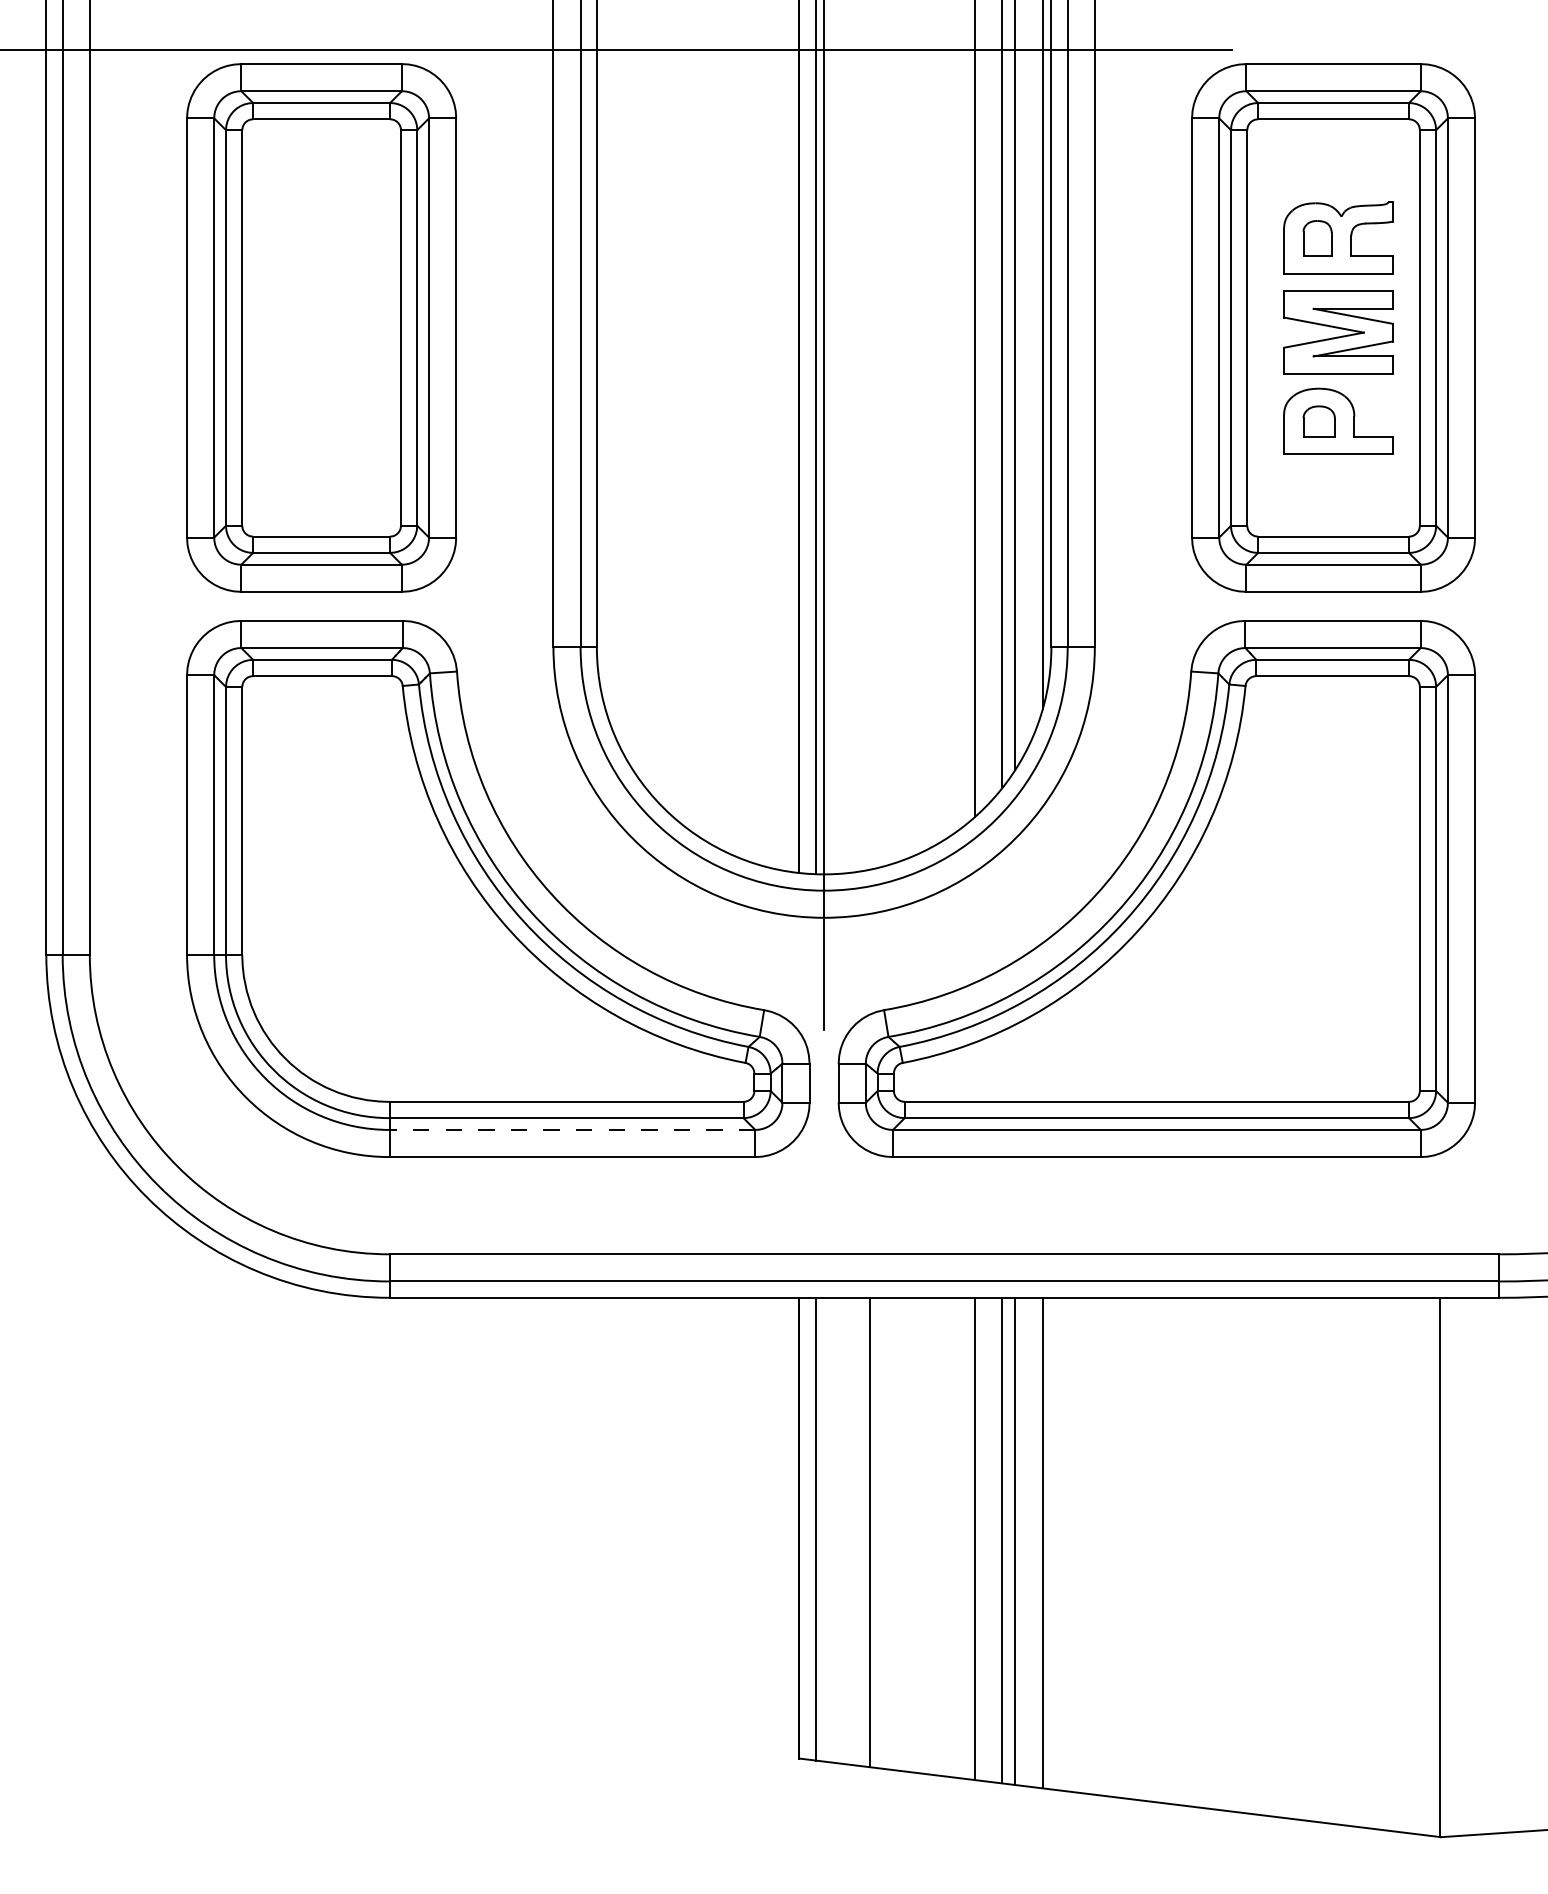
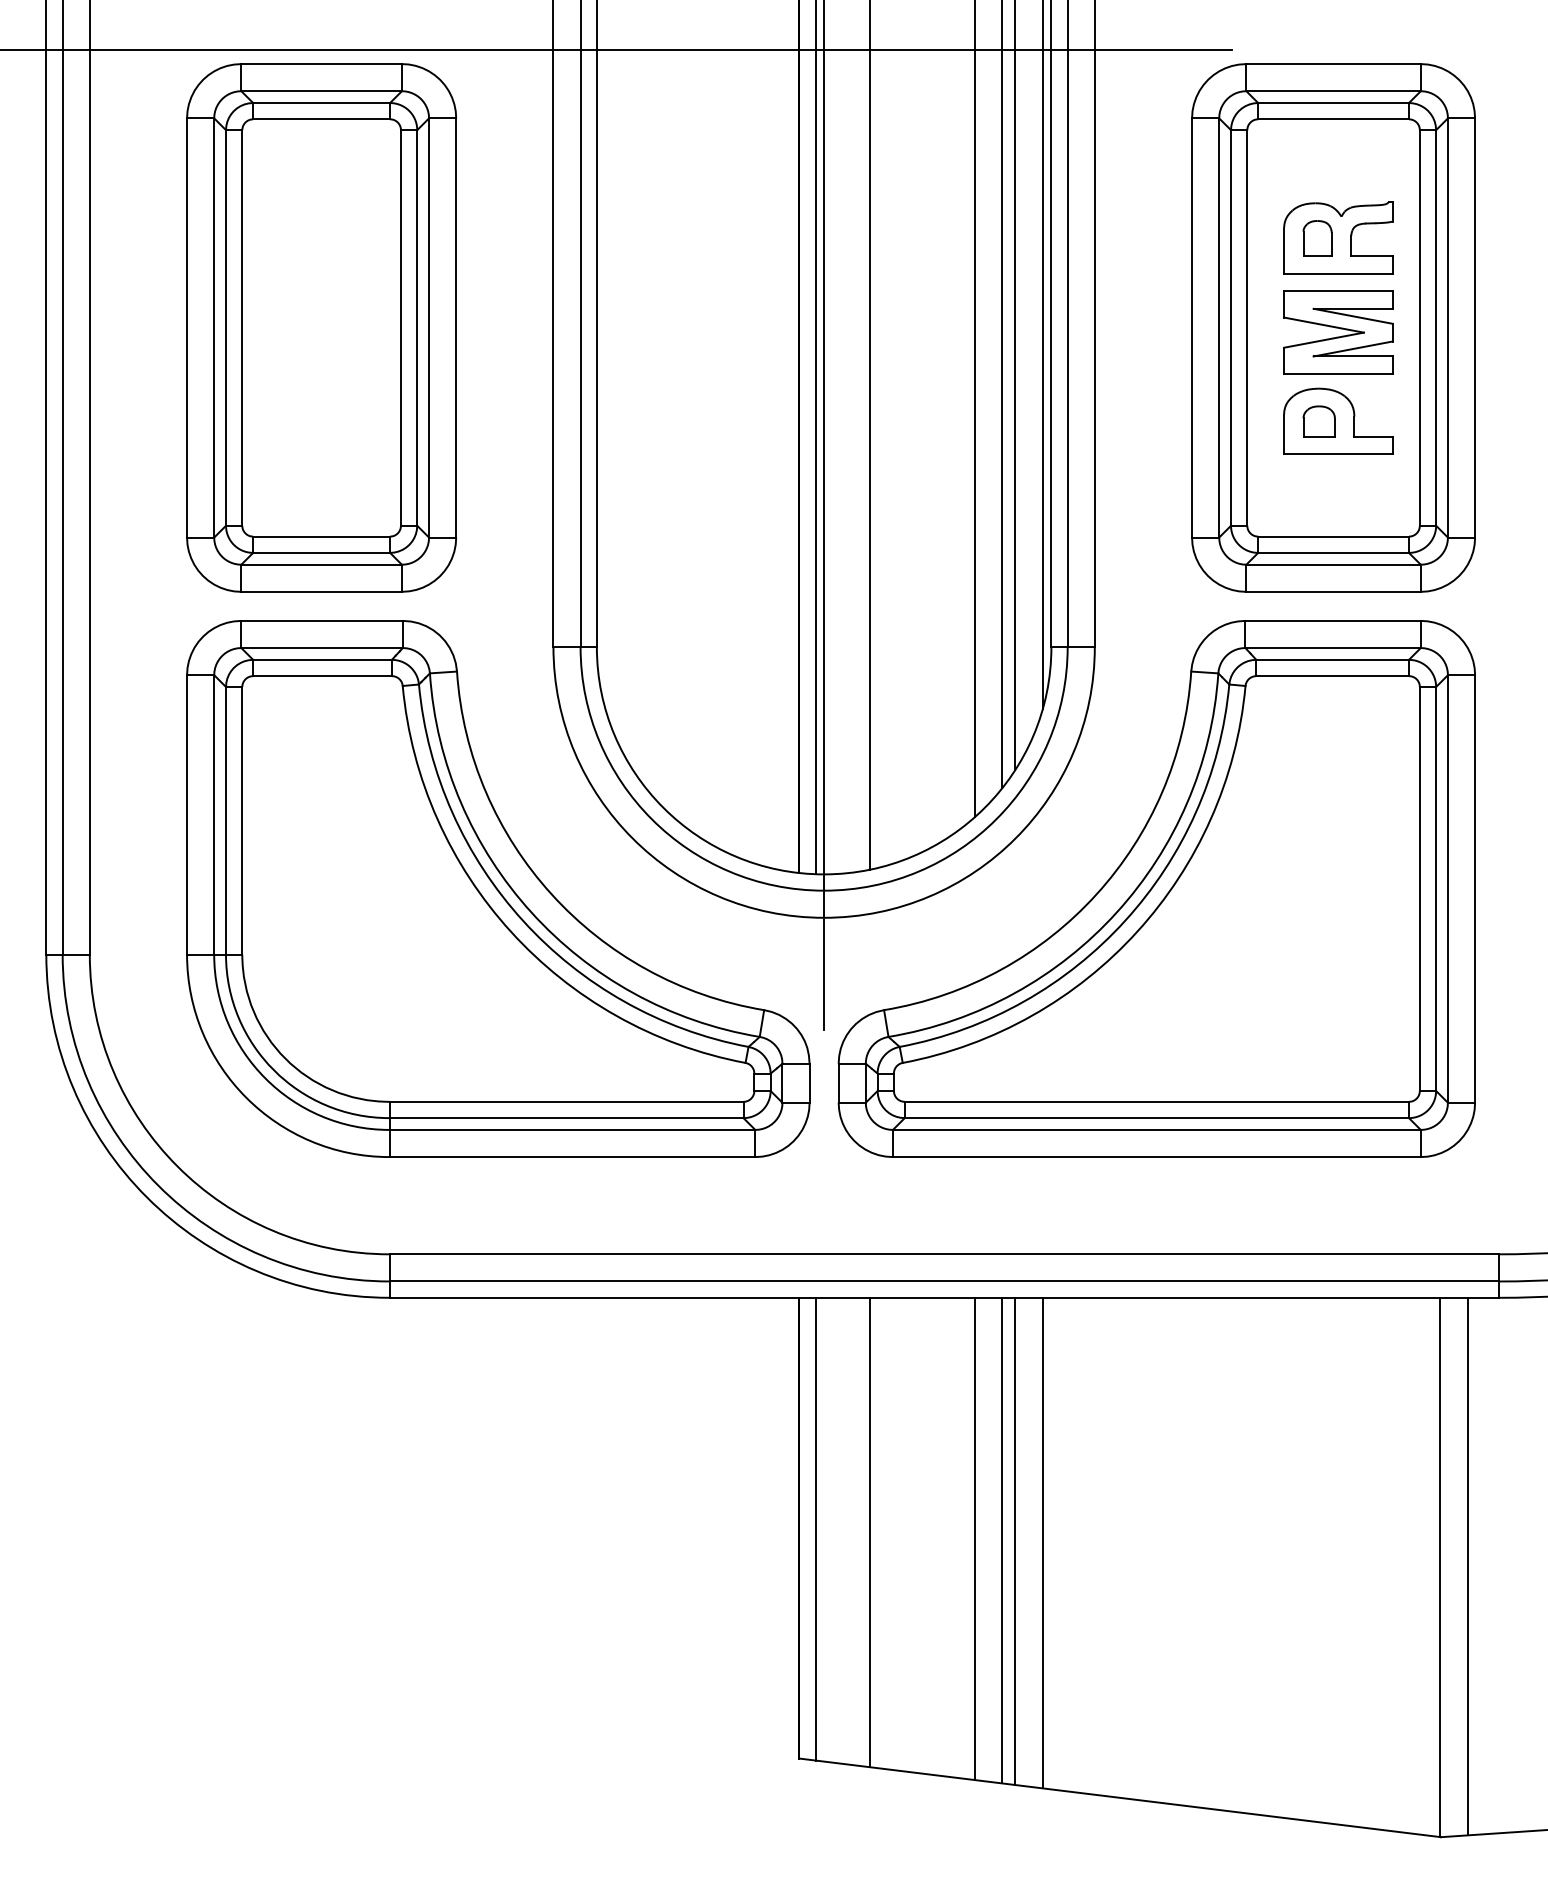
line at (870, 435): none -> present
line at (572, 1129): dashed -> solid
line at (1467, 1566): none -> present
